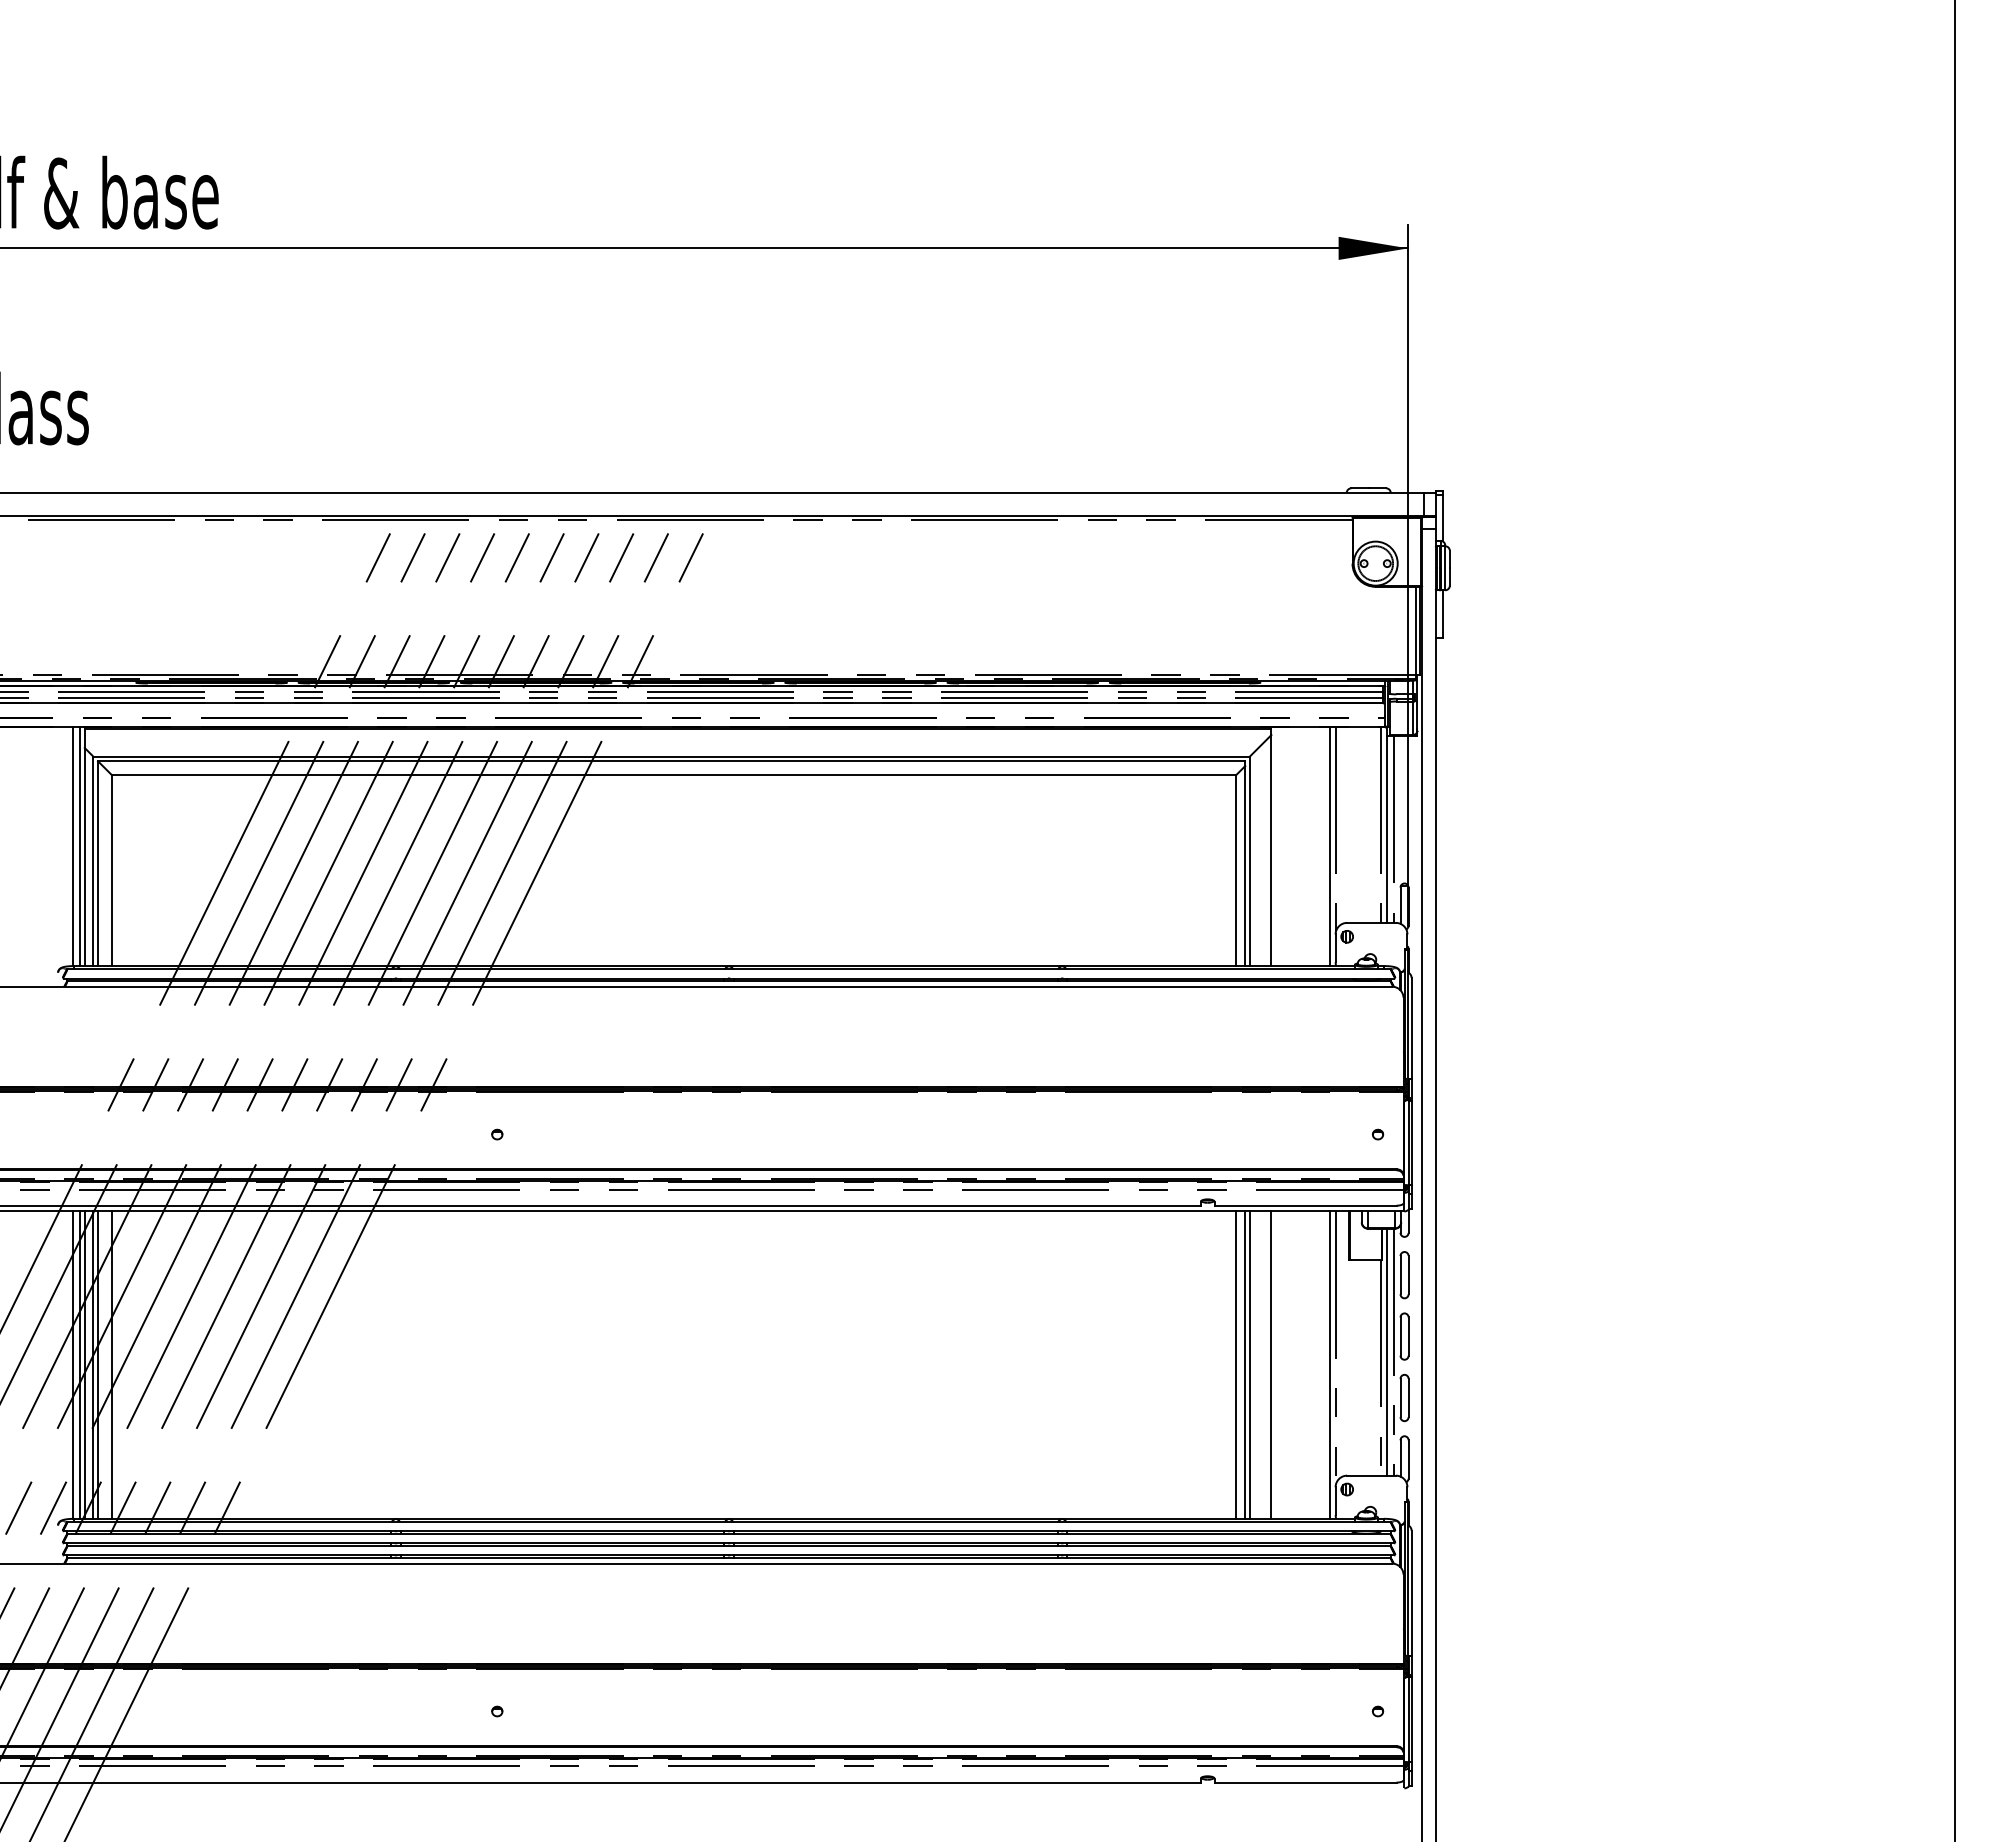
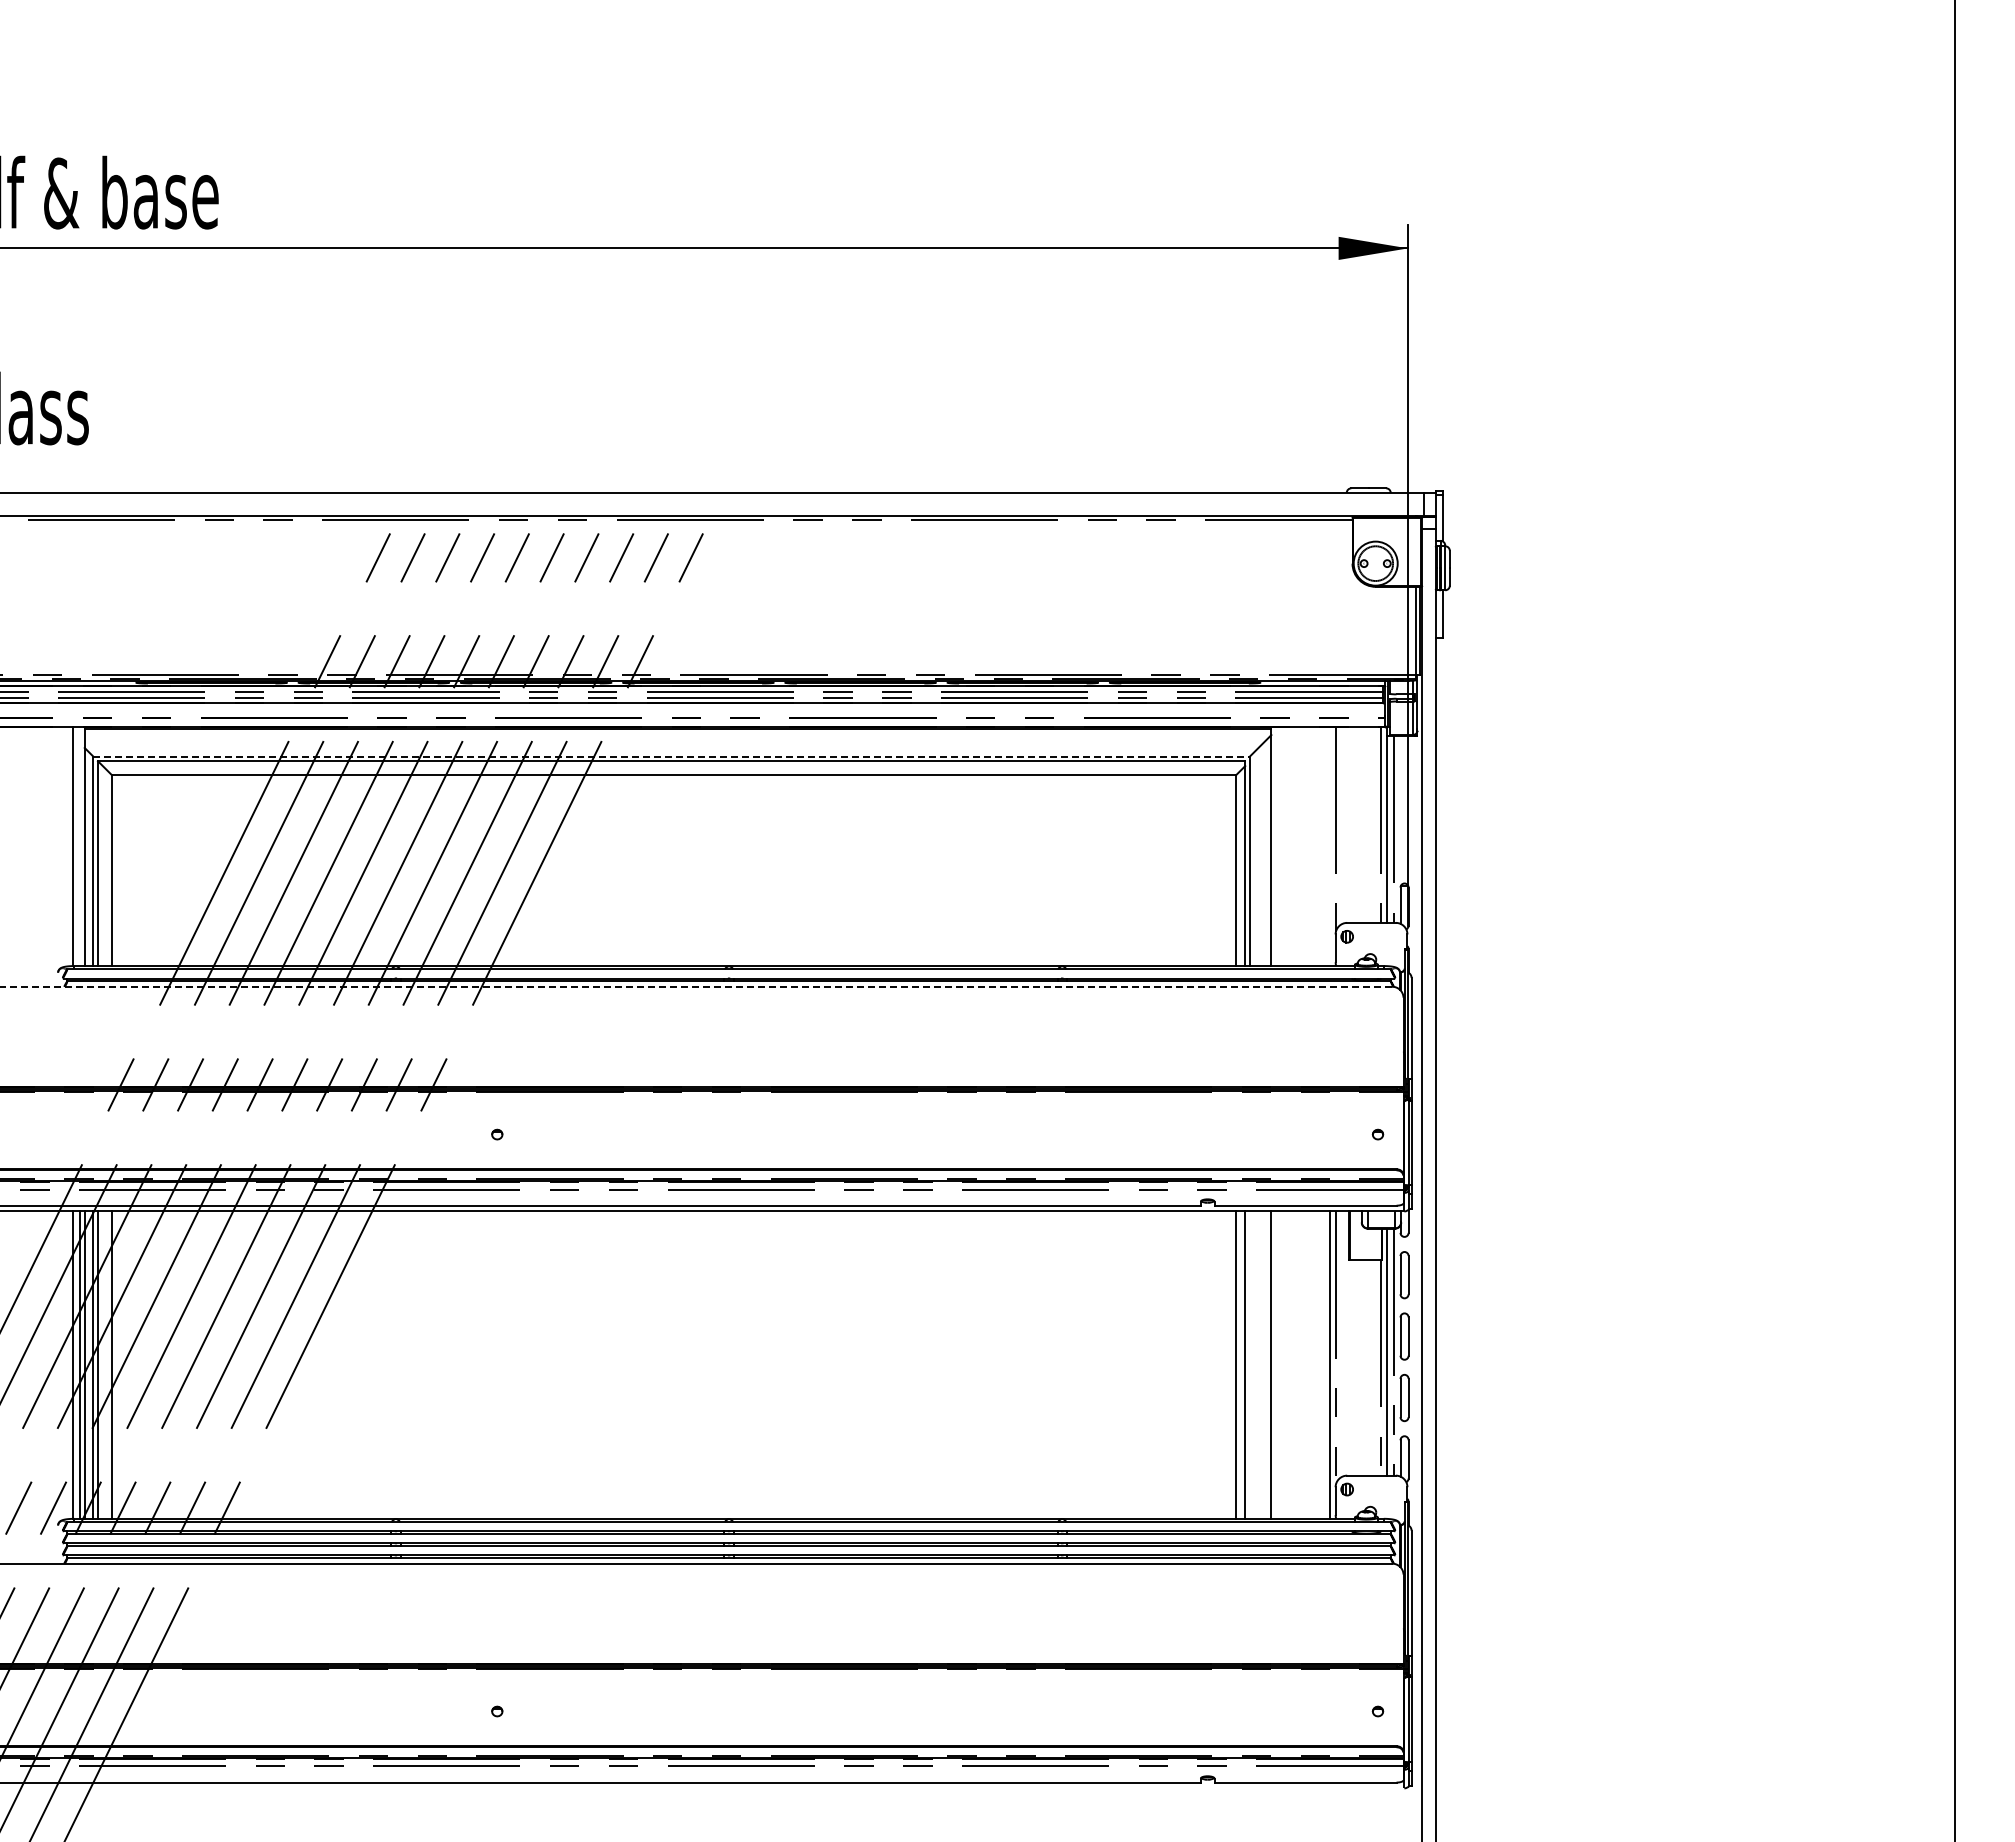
line at (672, 756): solid -> dashed
line at (80, 846): present -> none
line at (1329, 846): present -> none
line at (695, 986): solid -> dashed
line at (1249, 1364): present -> none
